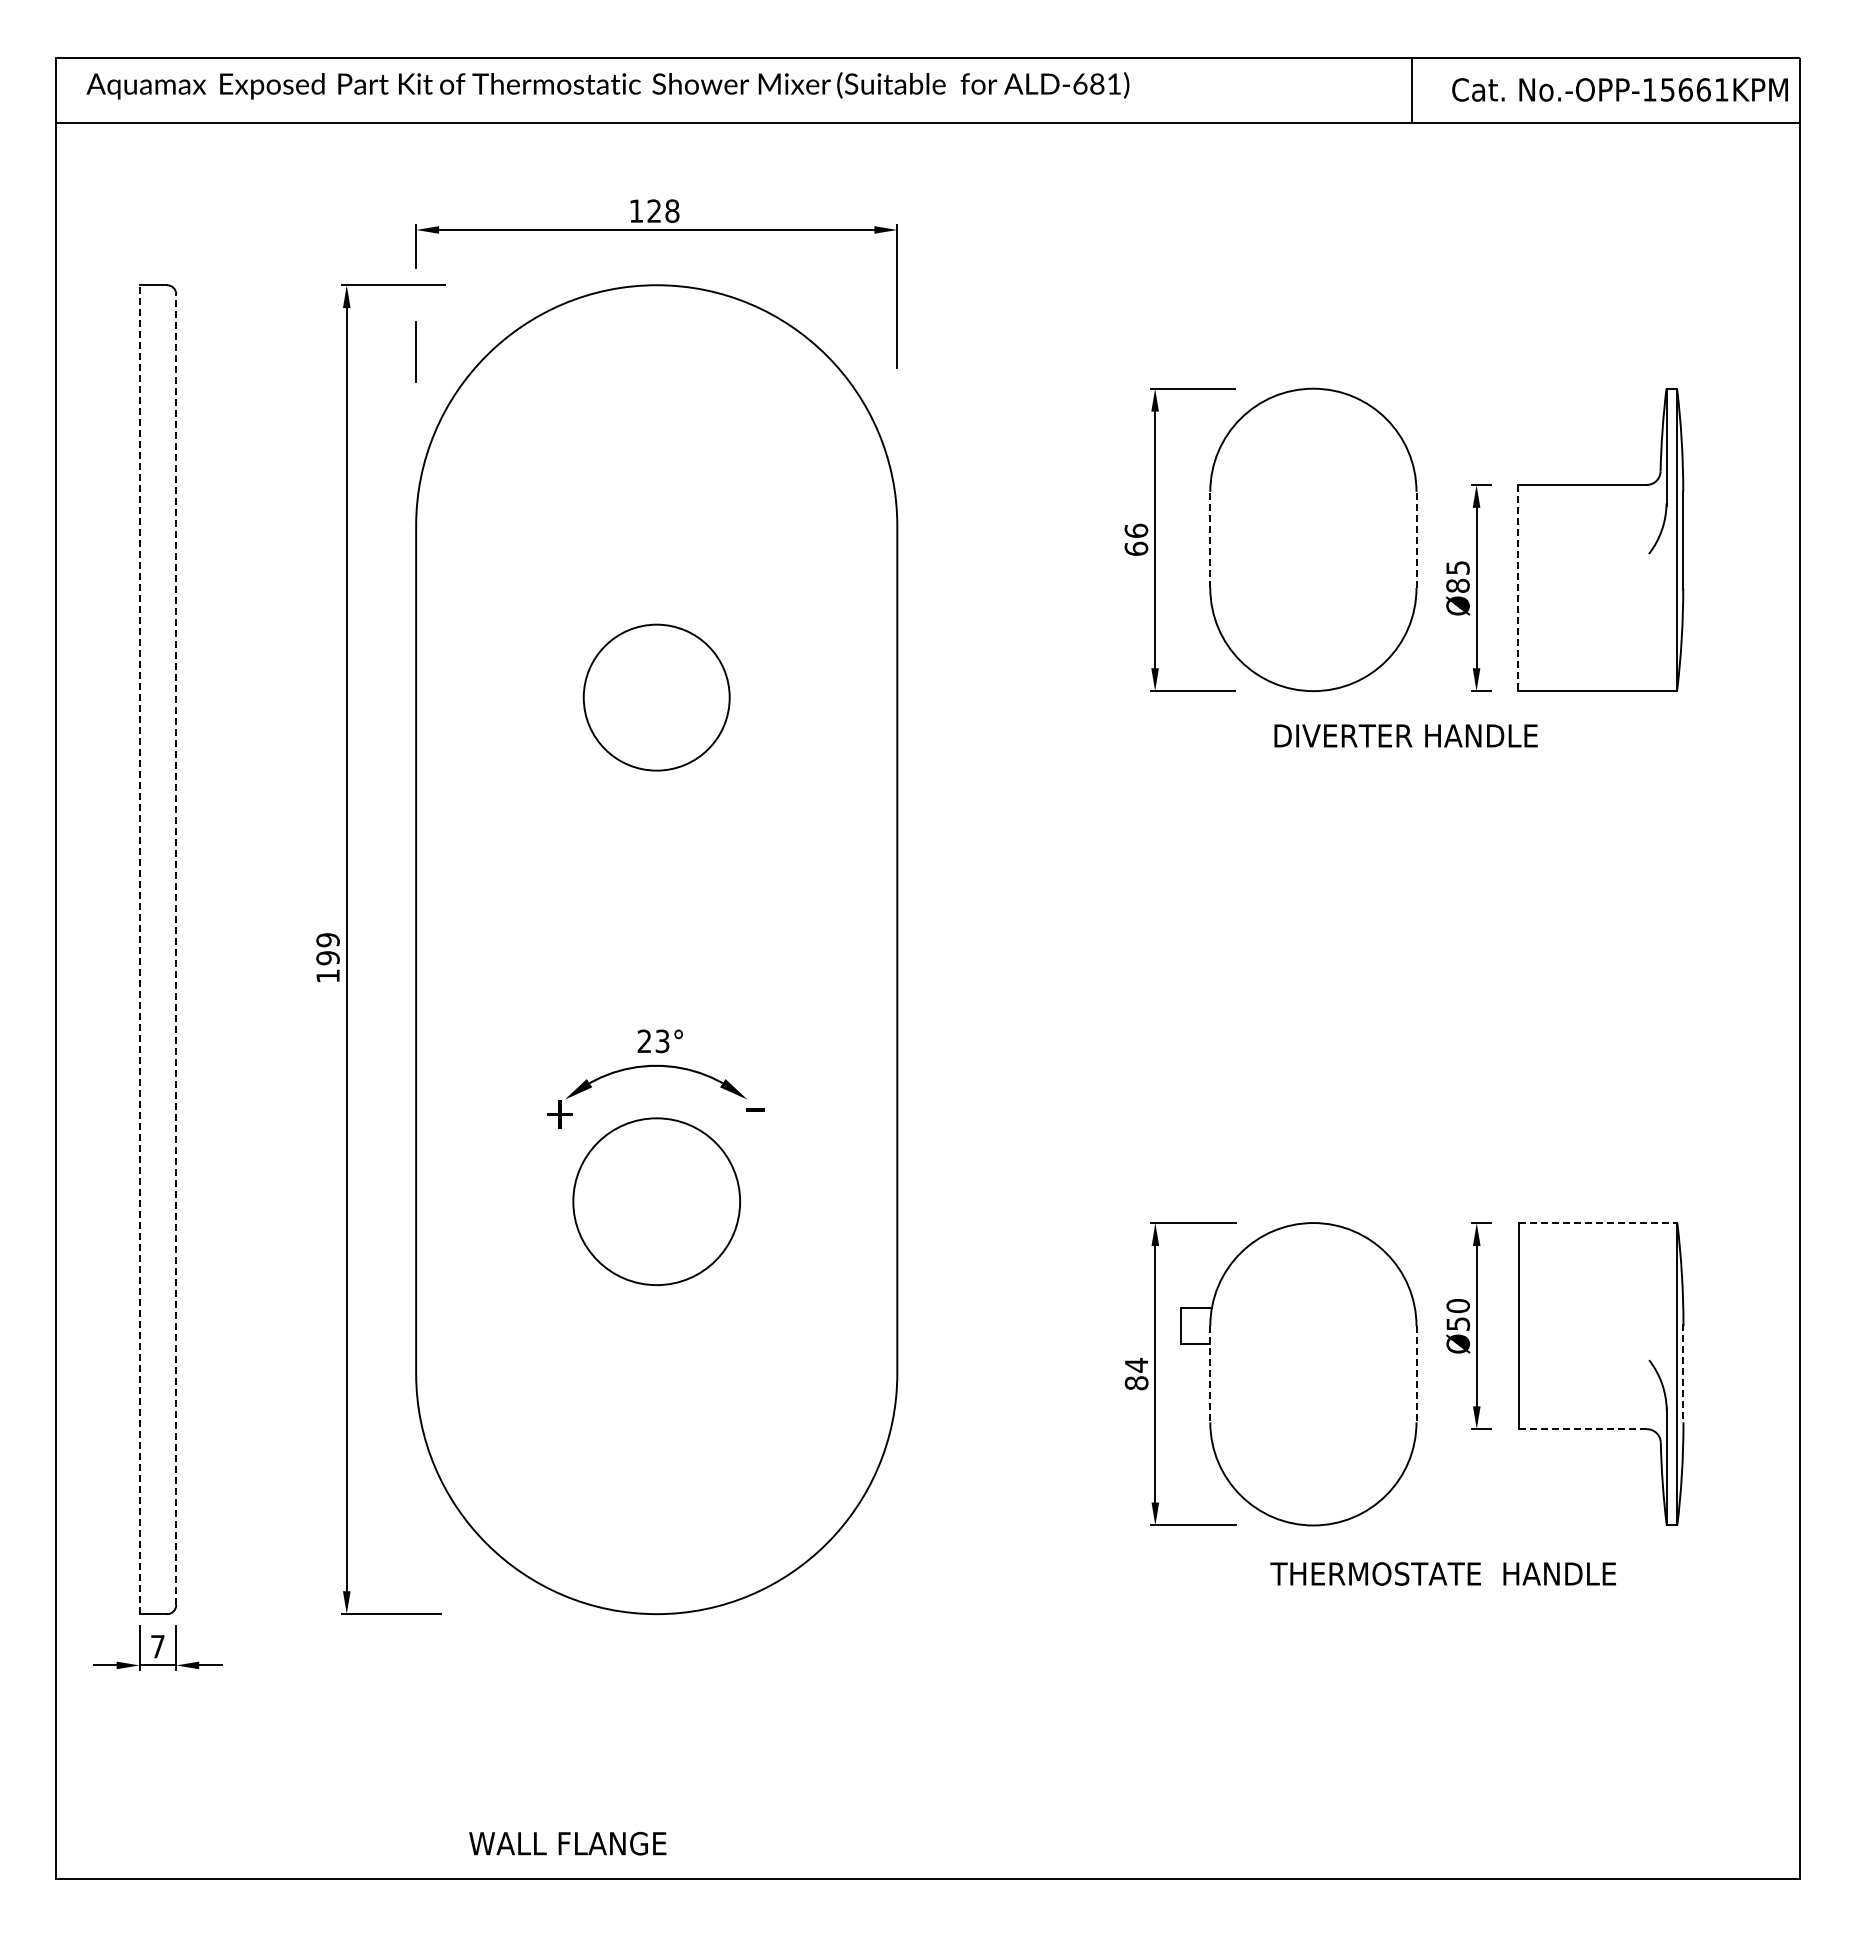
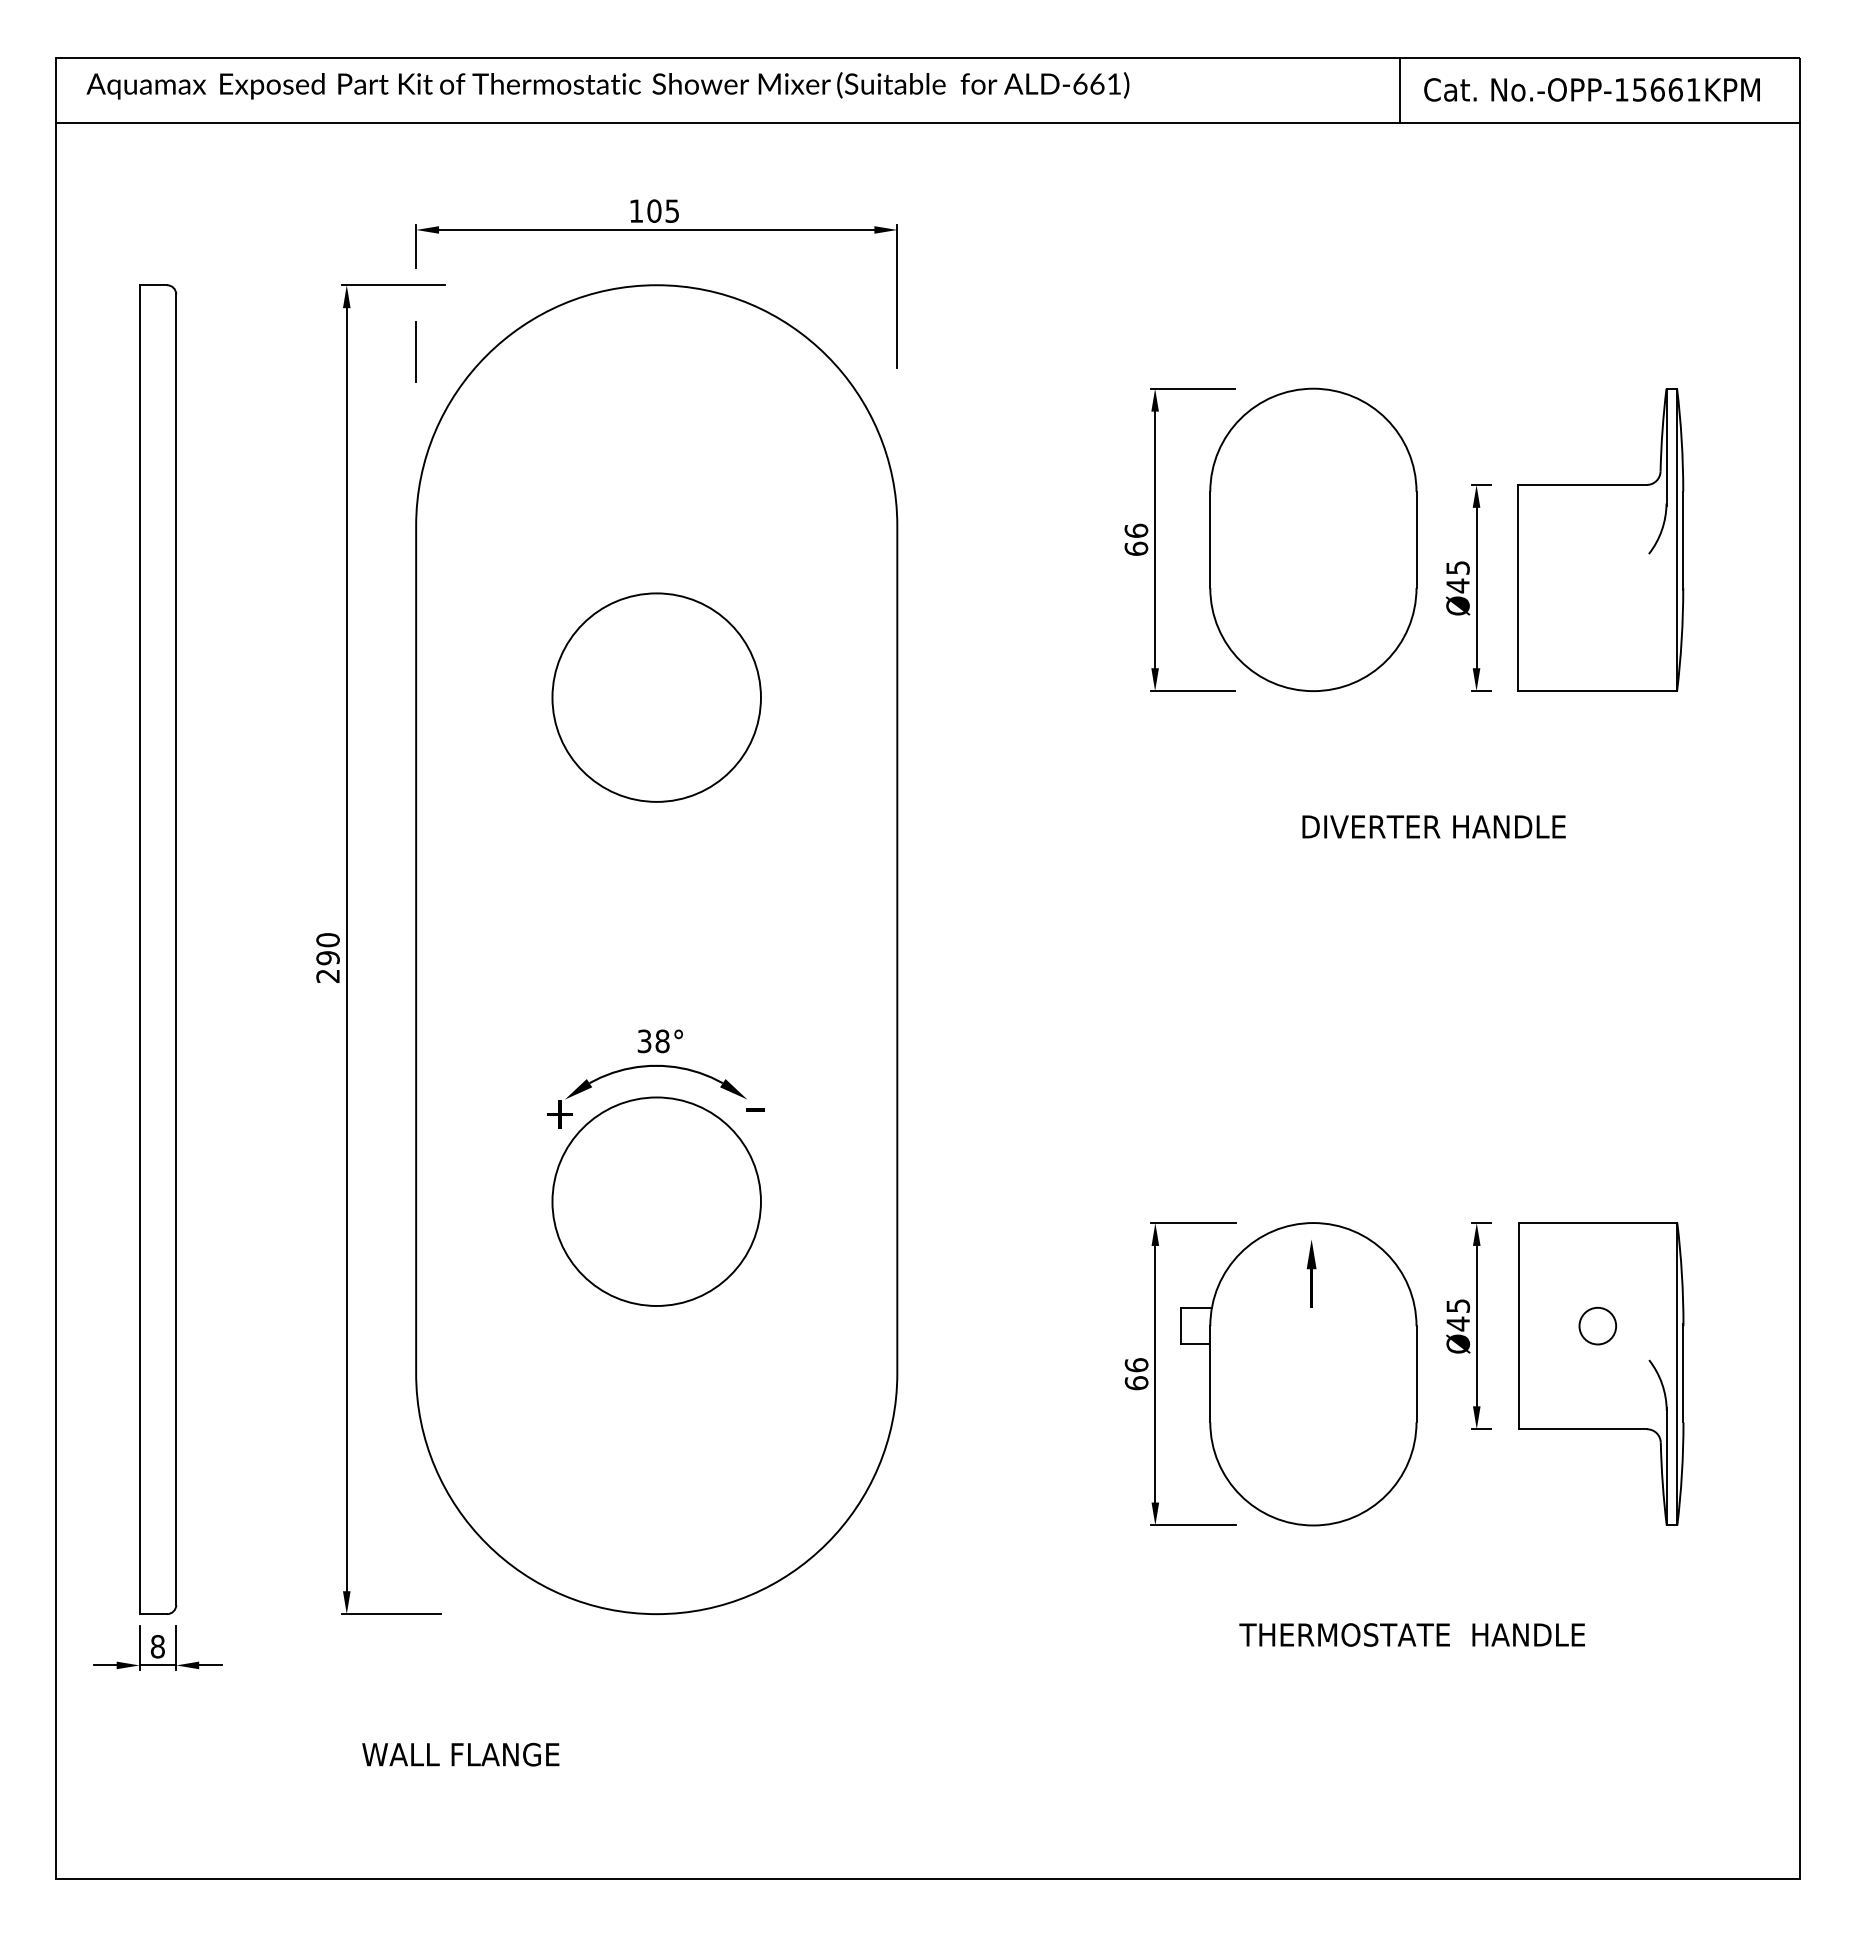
text at (1097, 83): ALD-681) -> ALD-661)
text at (1619, 89) position: (1619, 89) -> (1591, 89)
line at (1411, 90) position: (1411, 90) -> (1399, 90)
text at (663, 210): 128 -> 105
line at (1210, 539): dashed -> solid
line at (1416, 539): dashed -> solid
text at (1457, 585): Ø85 -> Ø45
line at (1518, 588): dashed -> solid
circle at (656, 697) diameter: 146 px -> 209 px
text at (1405, 735) position: (1405, 735) -> (1433, 826)
line at (139, 949): dashed -> solid
line at (176, 949): dashed -> solid
text at (327, 957): 199 -> 290
text at (653, 1041): 23° -> 38°
circle at (656, 1201) diameter: 167 px -> 209 px
line at (1598, 1223): dashed -> solid
part at (1311, 1273): none -> present
text at (1458, 1315): Ø50 -> Ø45
circle at (1597, 1325): none -> present
text at (1136, 1373): 84 -> 66
line at (1683, 1373): dashed -> solid
line at (1210, 1374): dashed -> solid
line at (1416, 1374): dashed -> solid
line at (1582, 1429): dashed -> solid
text at (1442, 1573) position: (1442, 1573) -> (1411, 1634)
text at (157, 1646): 7 -> 8
text at (567, 1843) position: (567, 1843) -> (460, 1754)
